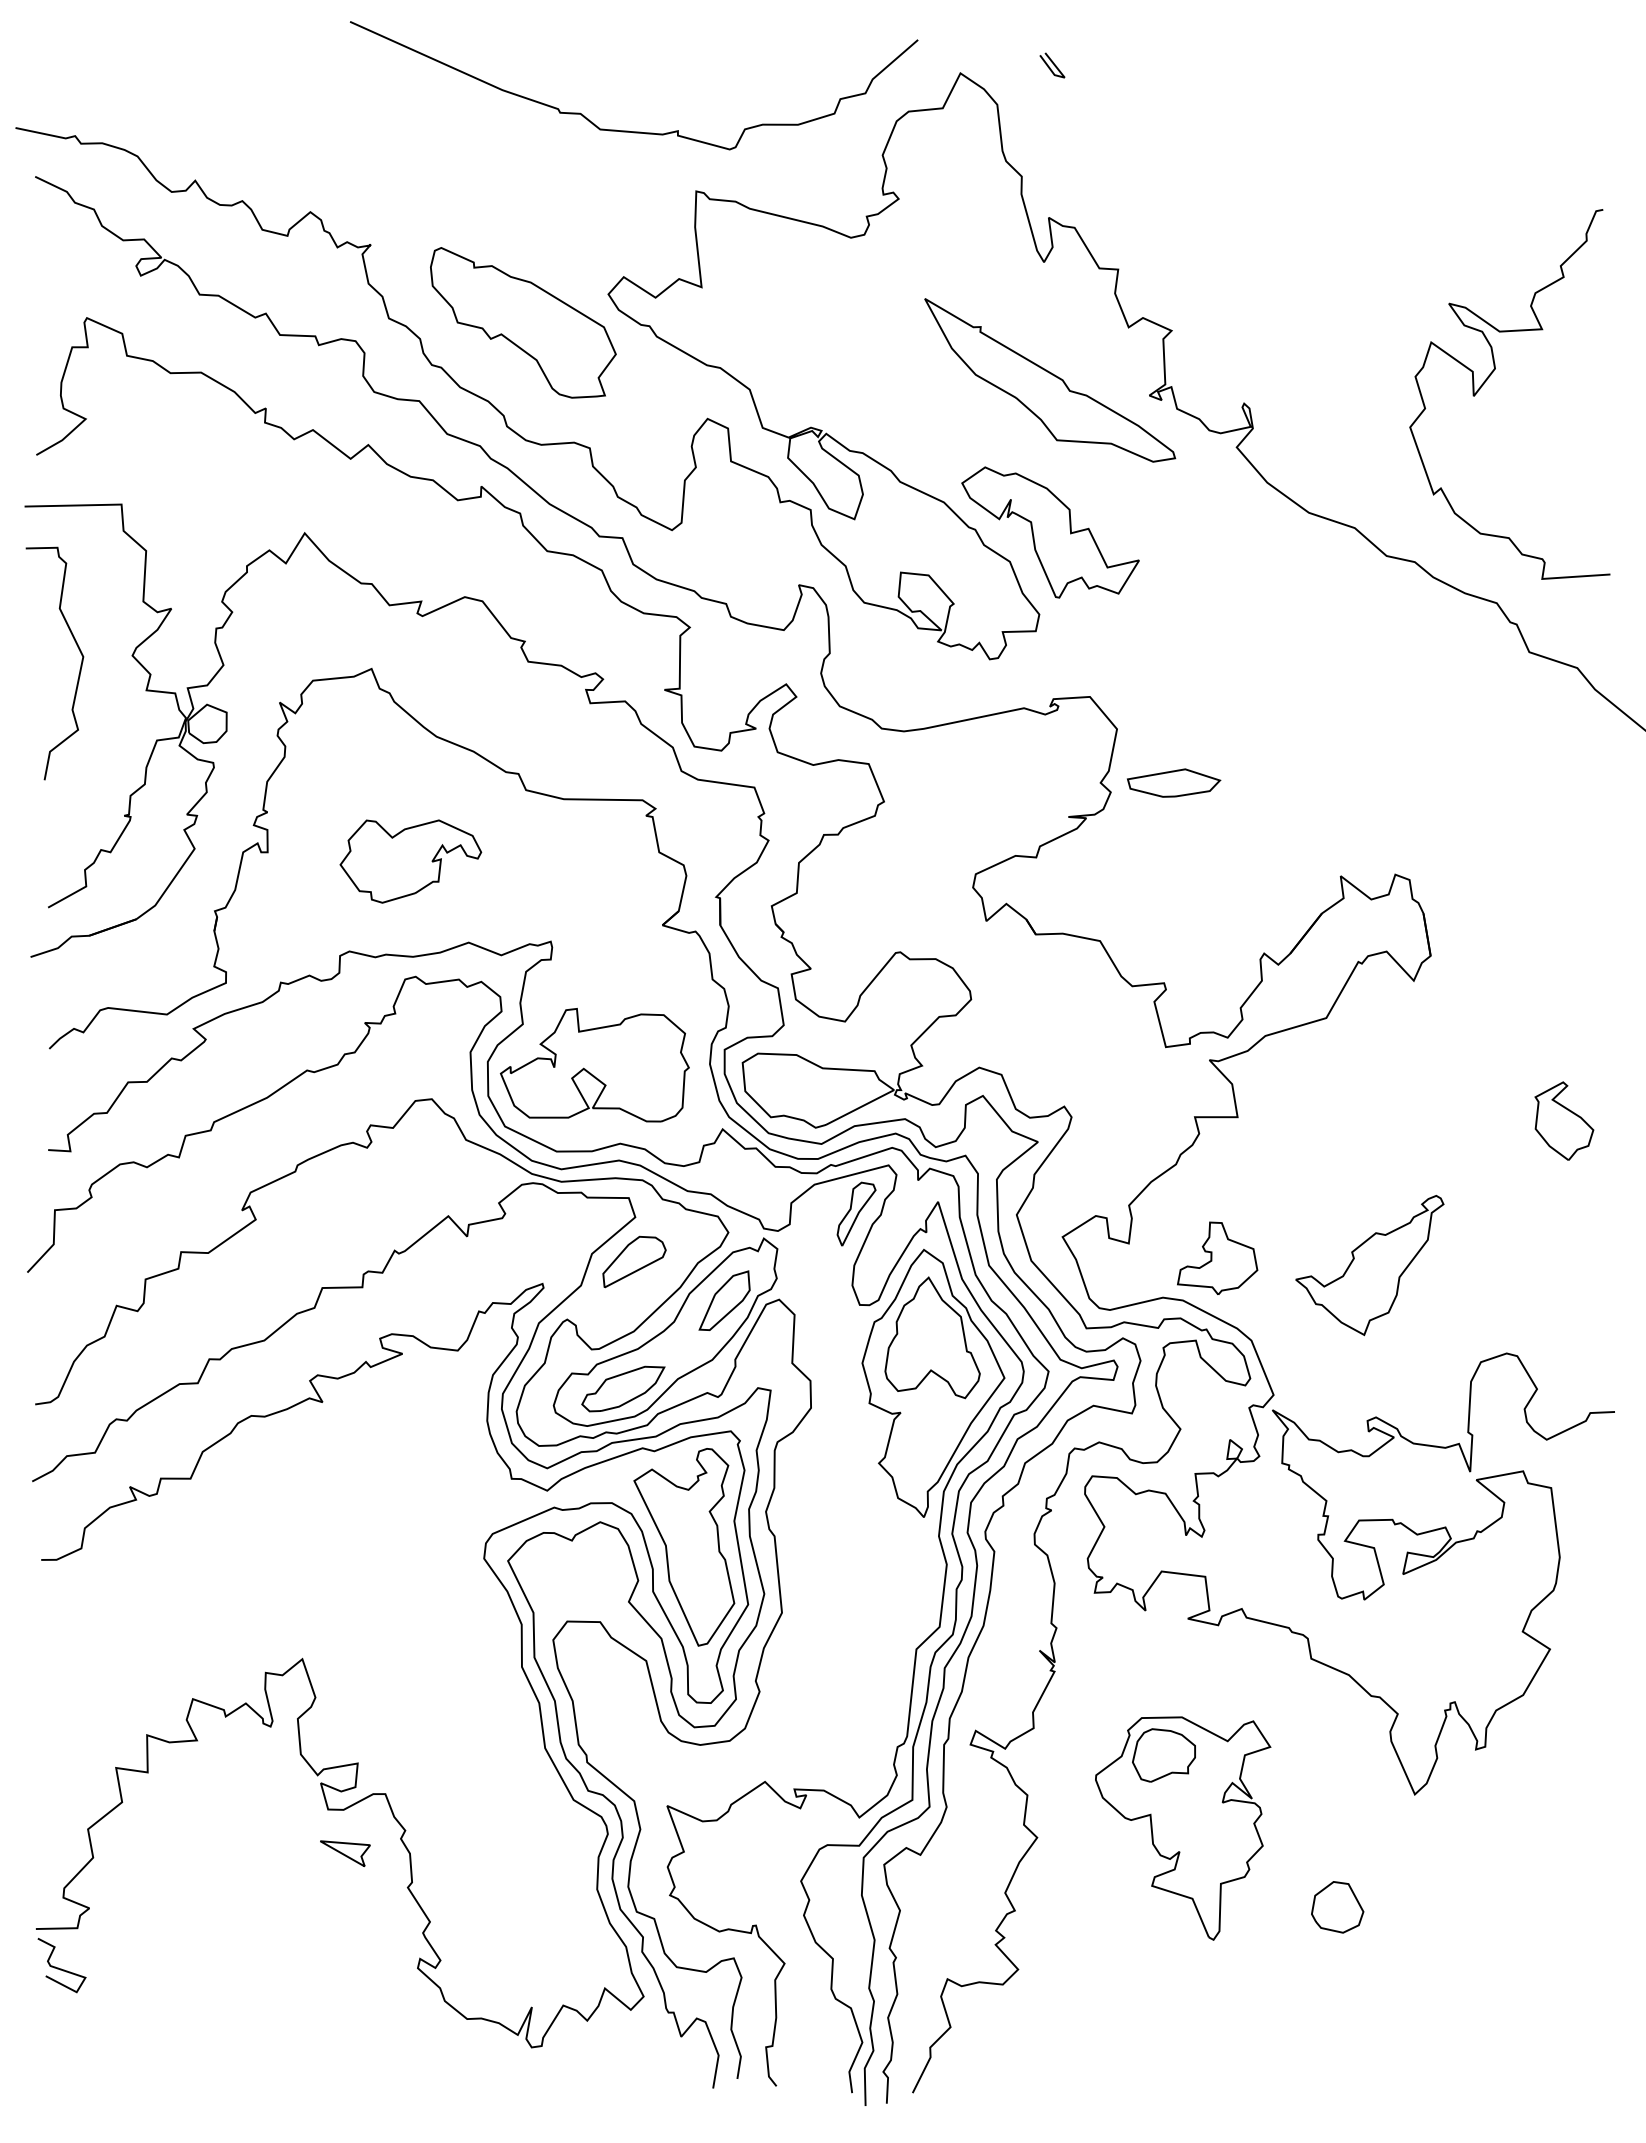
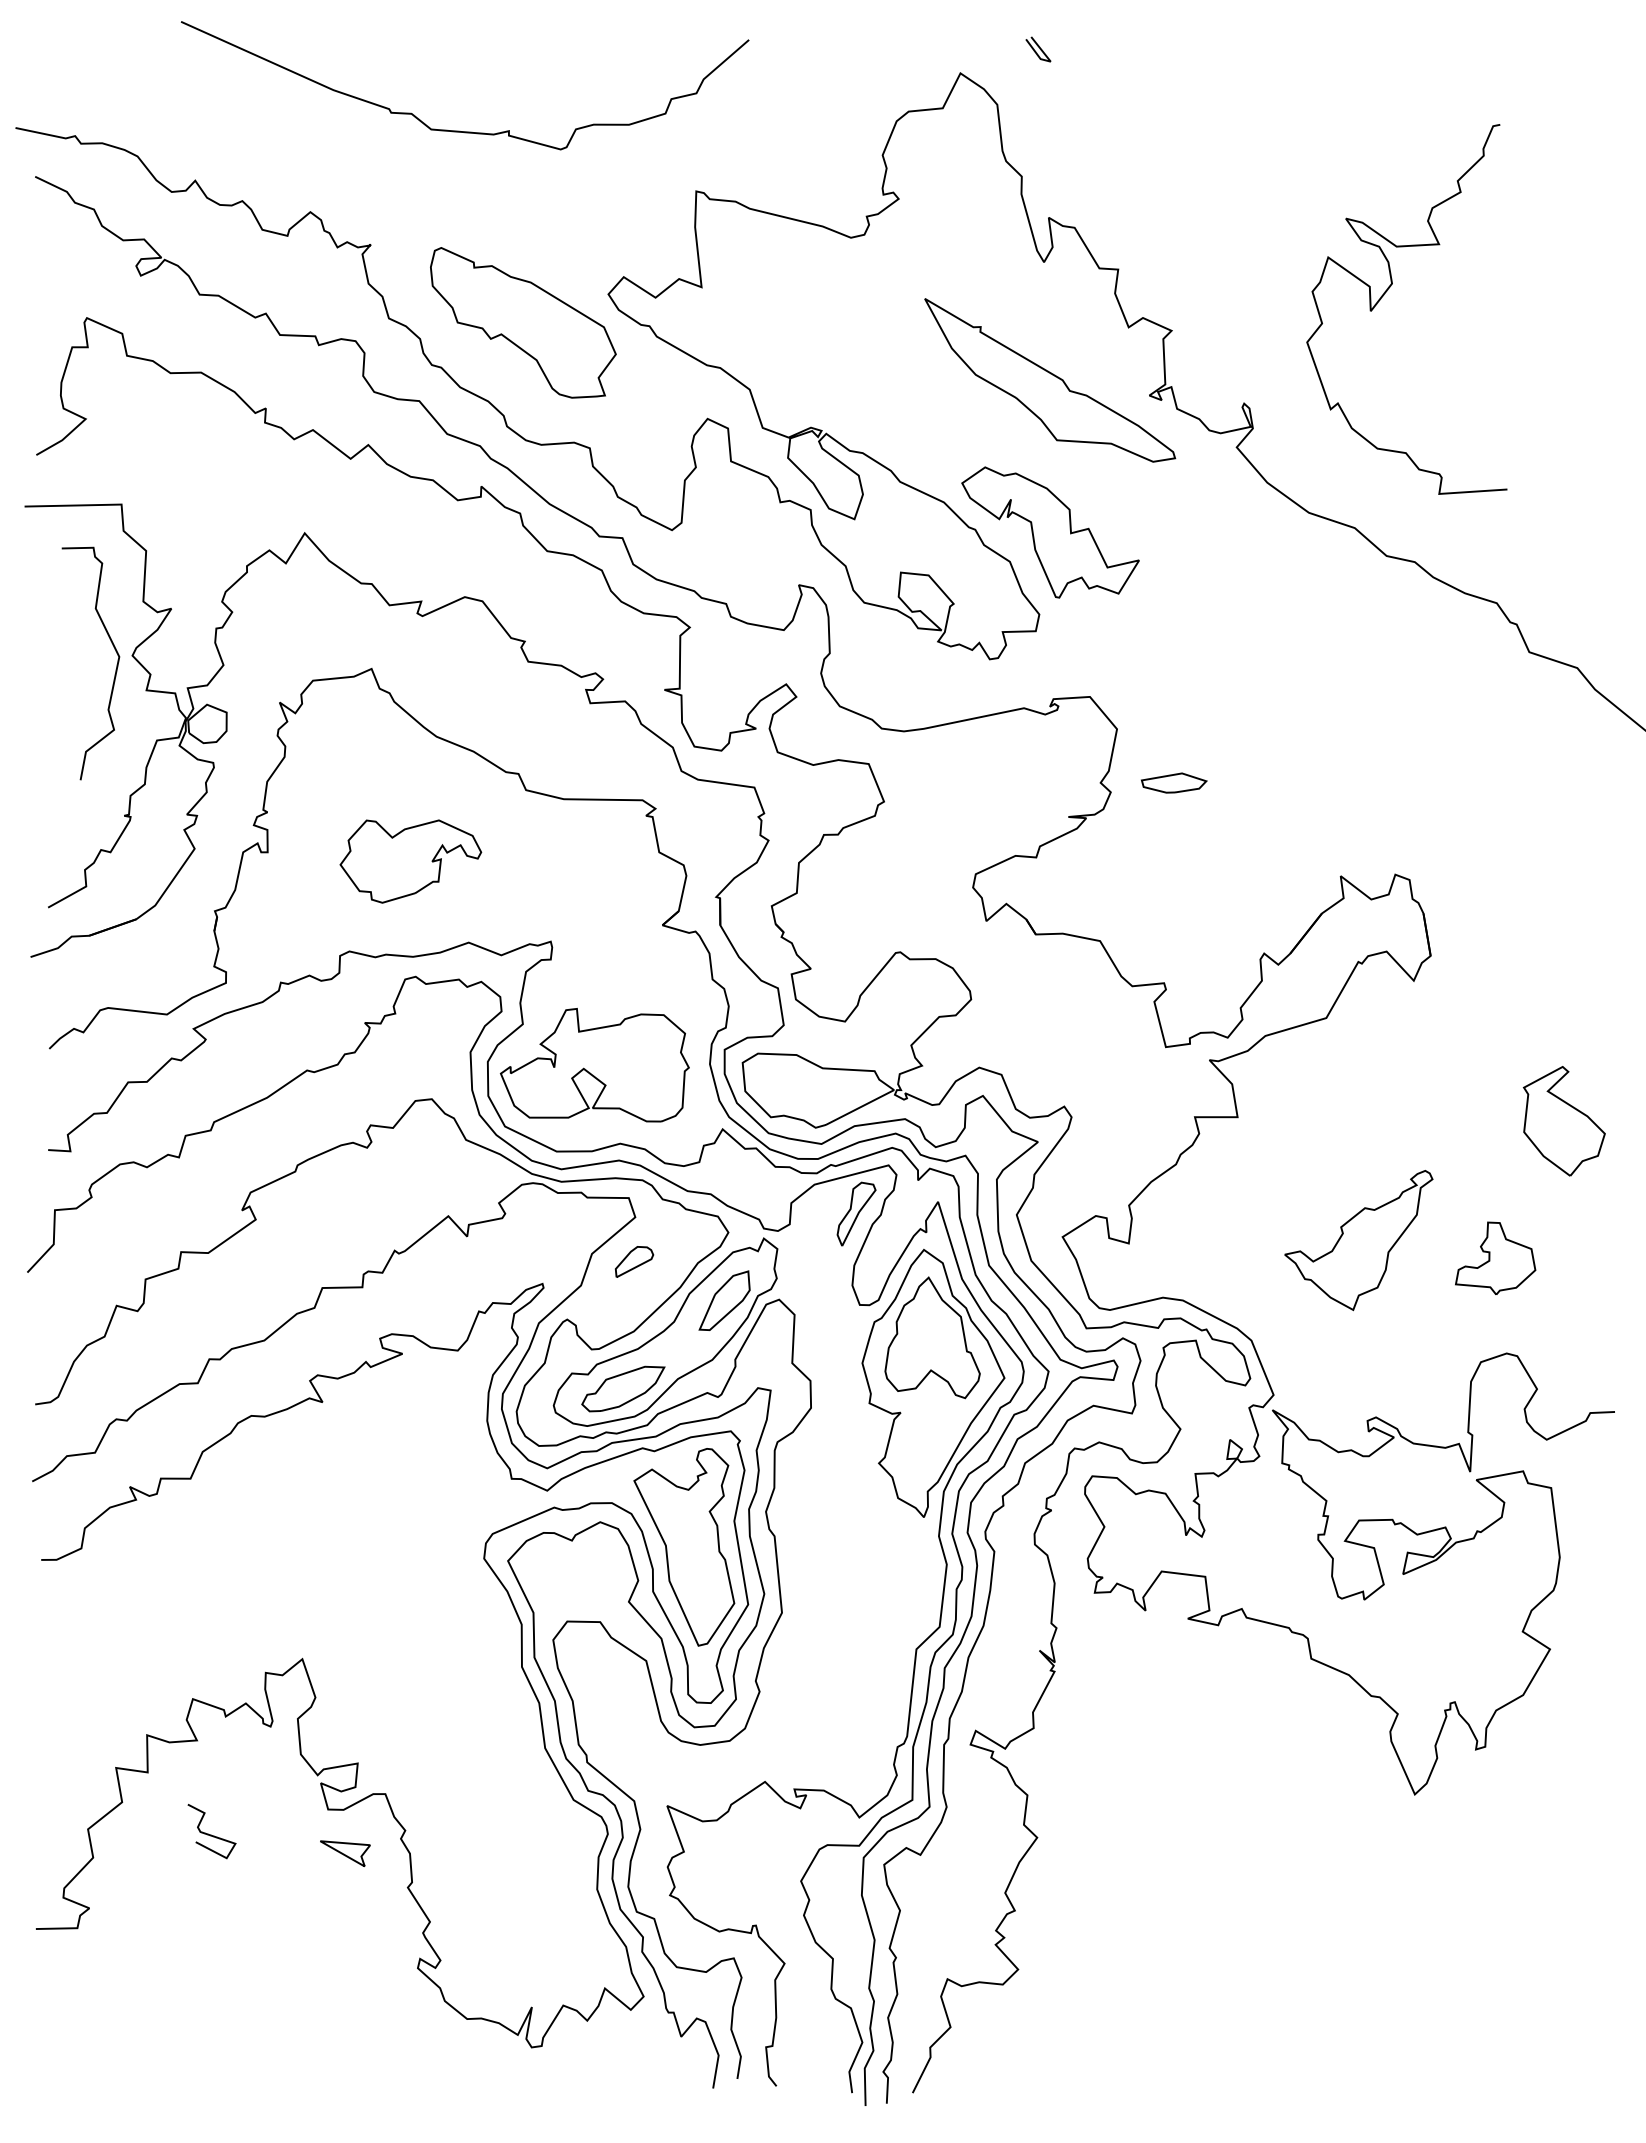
line at (1053, 65) position: (1053, 65) -> (1039, 49)
curve at (628, 130) position: (628, 130) -> (459, 130)
curve at (1487, 380) position: (1487, 380) -> (1384, 295)
curve at (79, 669) position: (79, 669) -> (115, 669)
part at (1174, 782) size: 95x30 px -> 67x22 px
part at (1564, 1120) size: 61x80 px -> 84x111 px
part at (1217, 1257) position: (1217, 1257) -> (1495, 1257)
part at (634, 1261) size: 65x54 px -> 41x32 px
part at (1369, 1265) position: (1369, 1265) -> (1358, 1240)
part at (1183, 1828): present -> none
part at (1337, 1907): present -> none
curve at (61, 1968) position: (61, 1968) -> (211, 1834)
